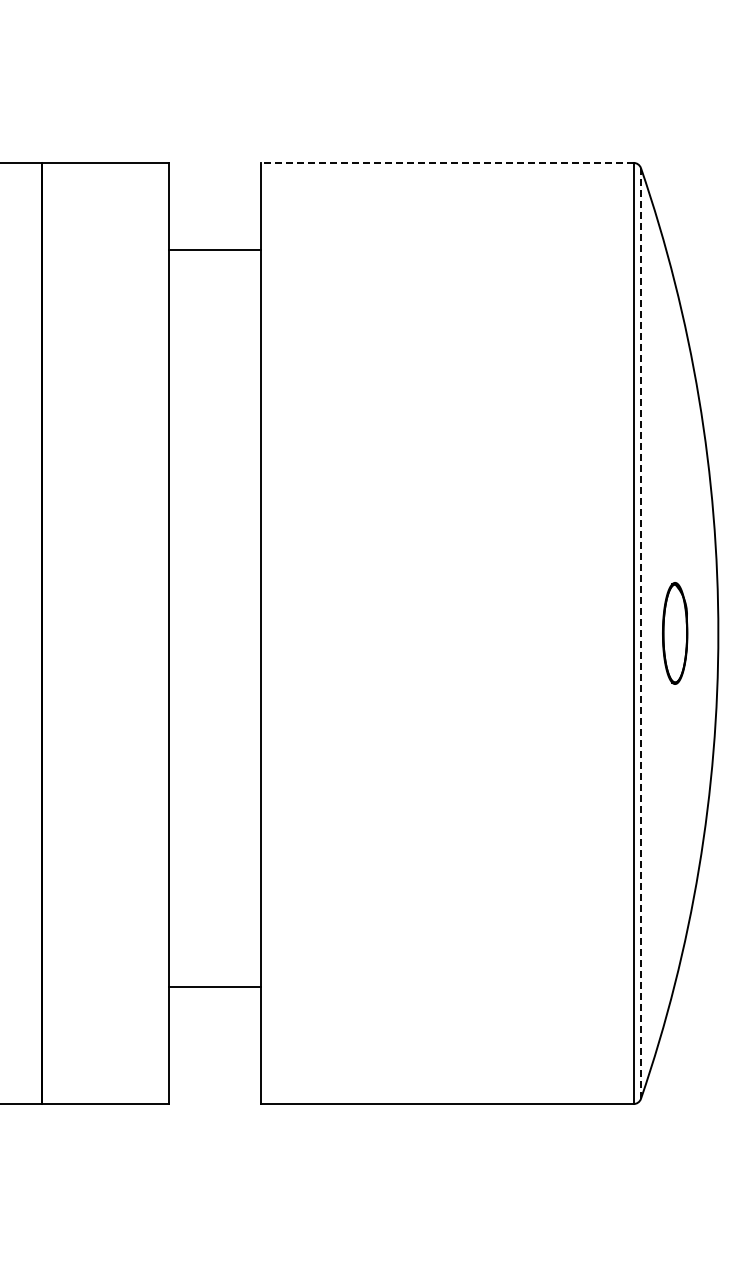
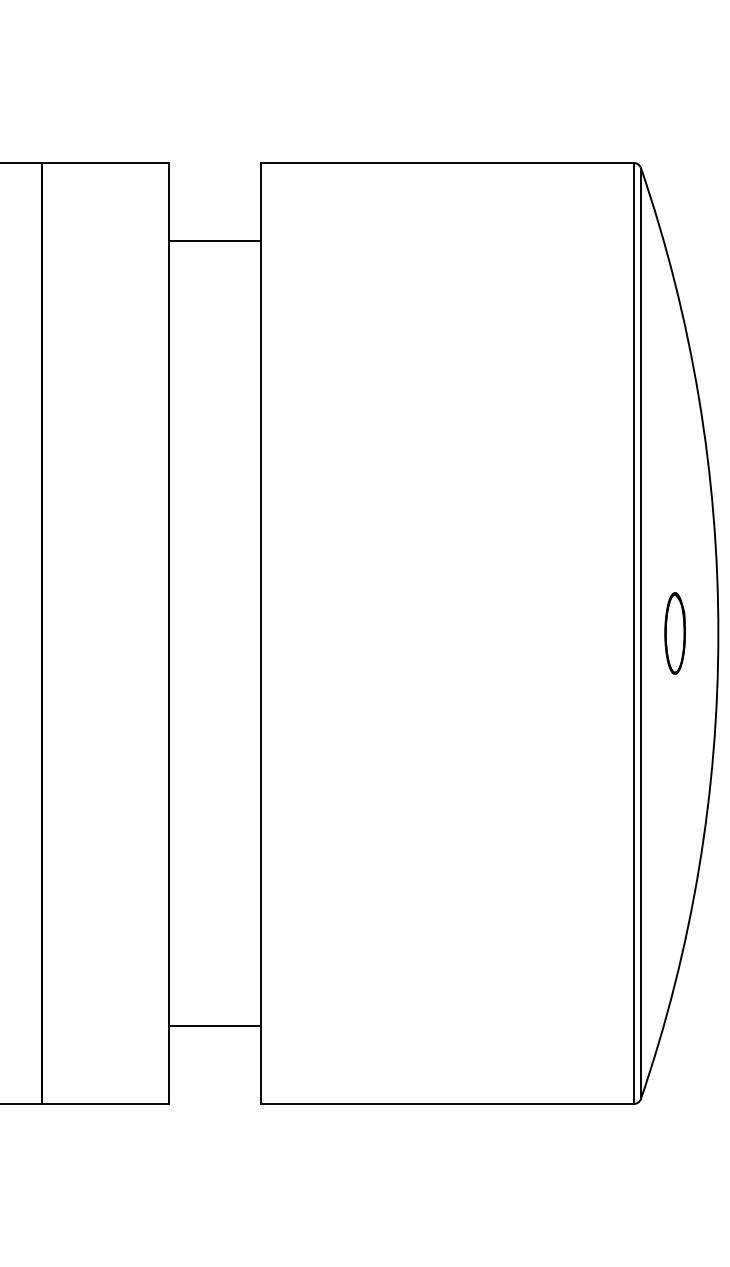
line at (446, 162): dashed -> solid
line at (214, 250) position: (214, 250) -> (214, 241)
part at (675, 633) size: 27x103 px -> 22x83 px
line at (641, 634): dashed -> solid
line at (214, 986) position: (214, 986) -> (214, 1025)
